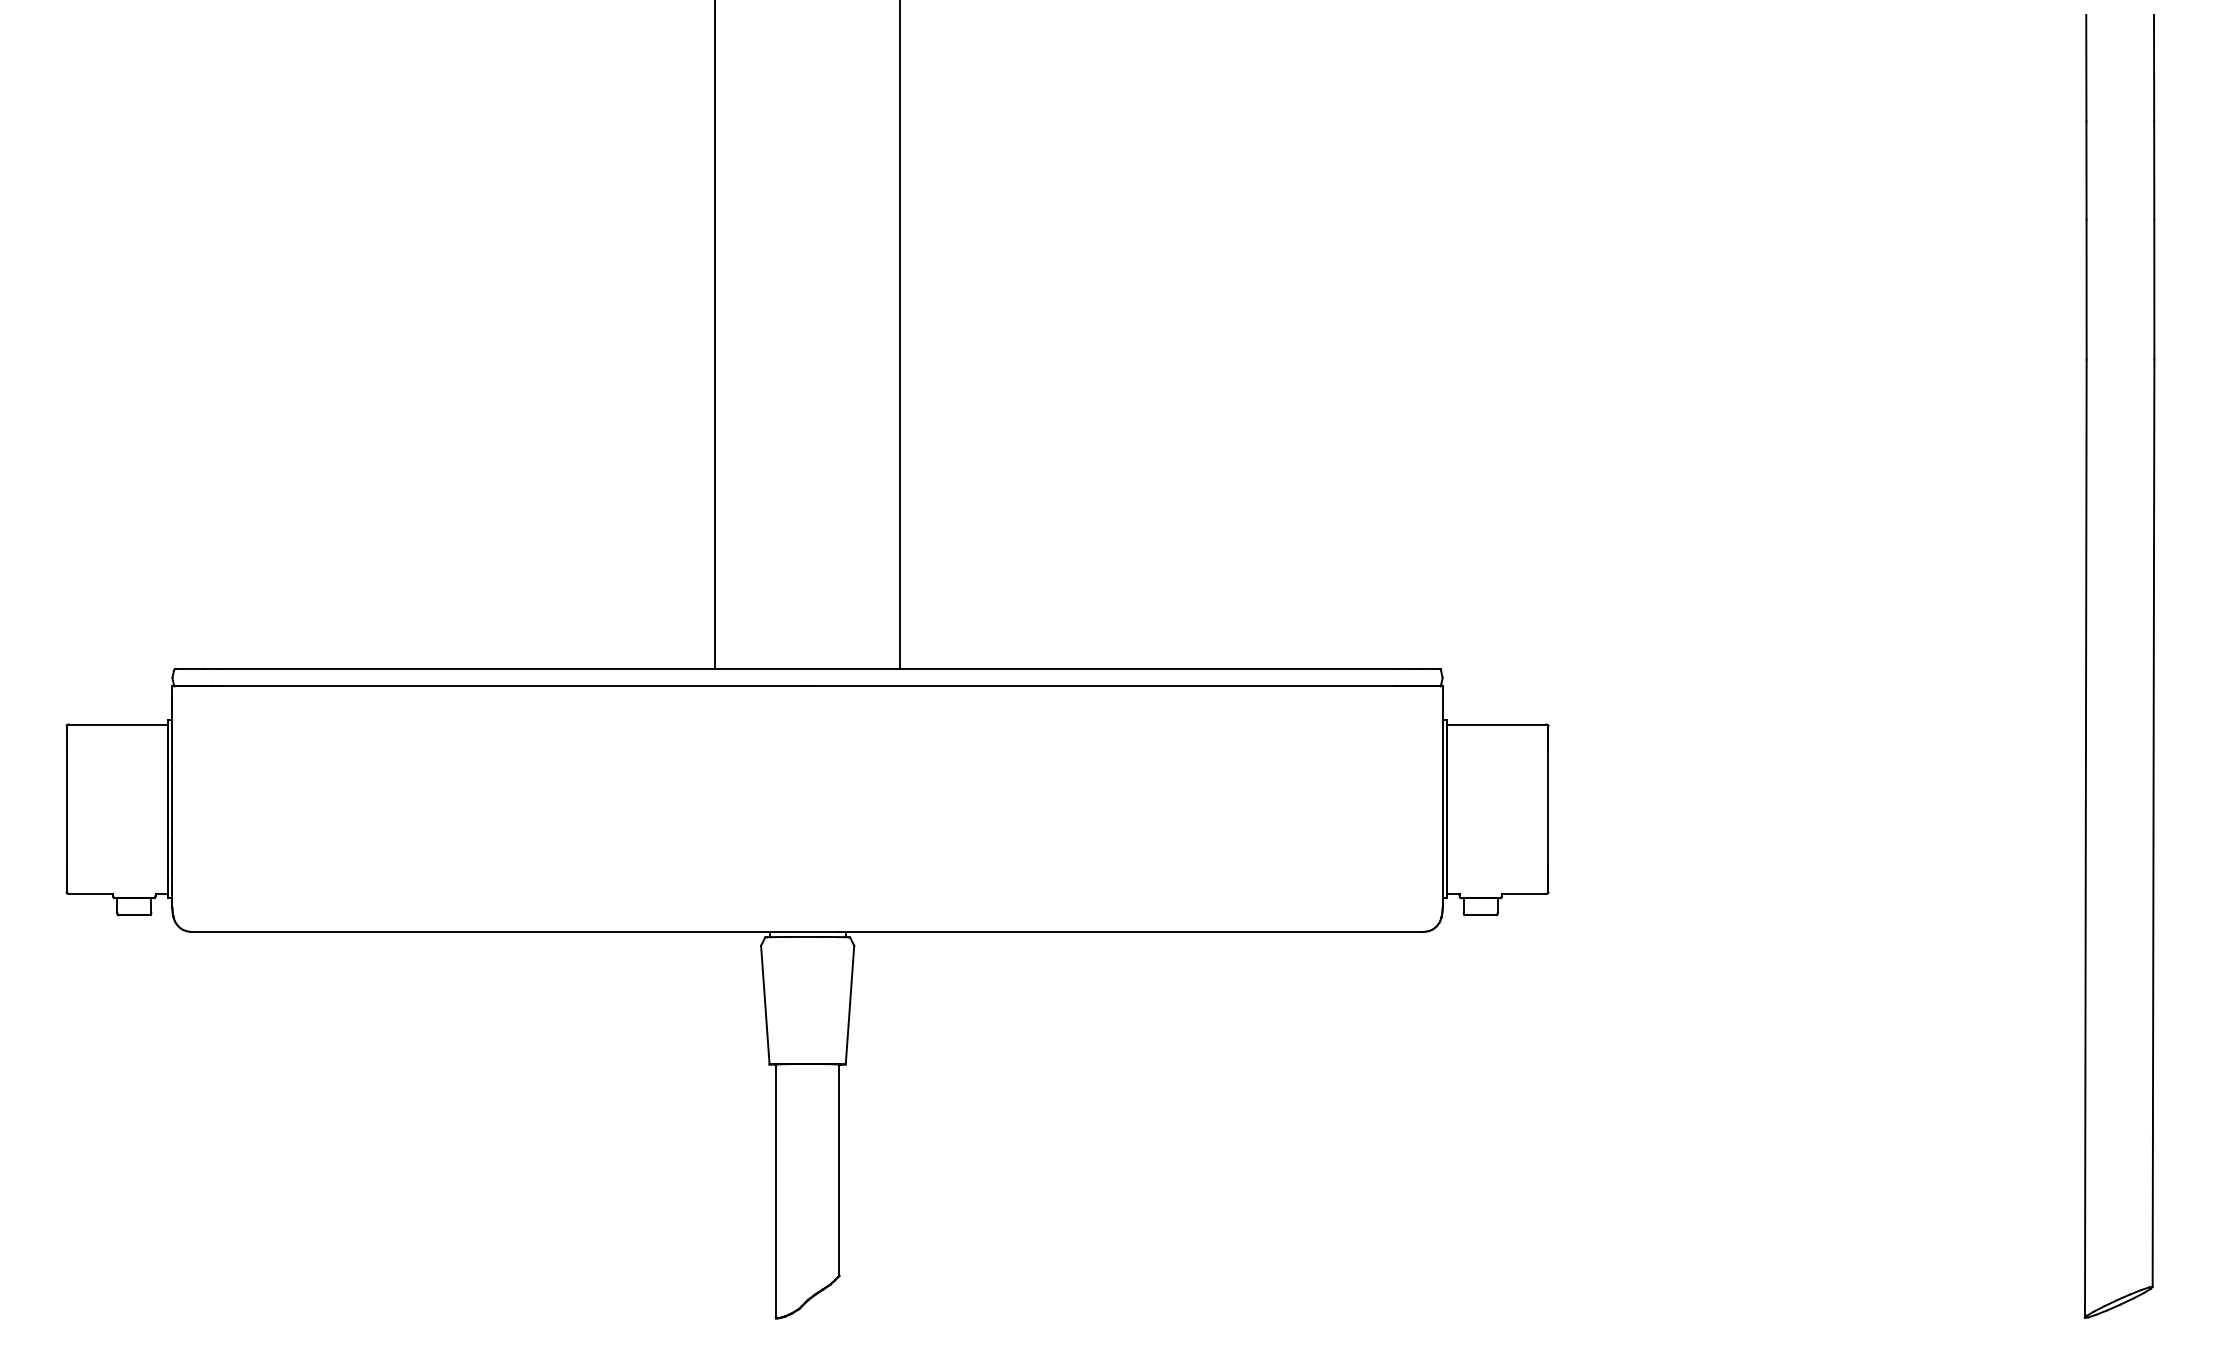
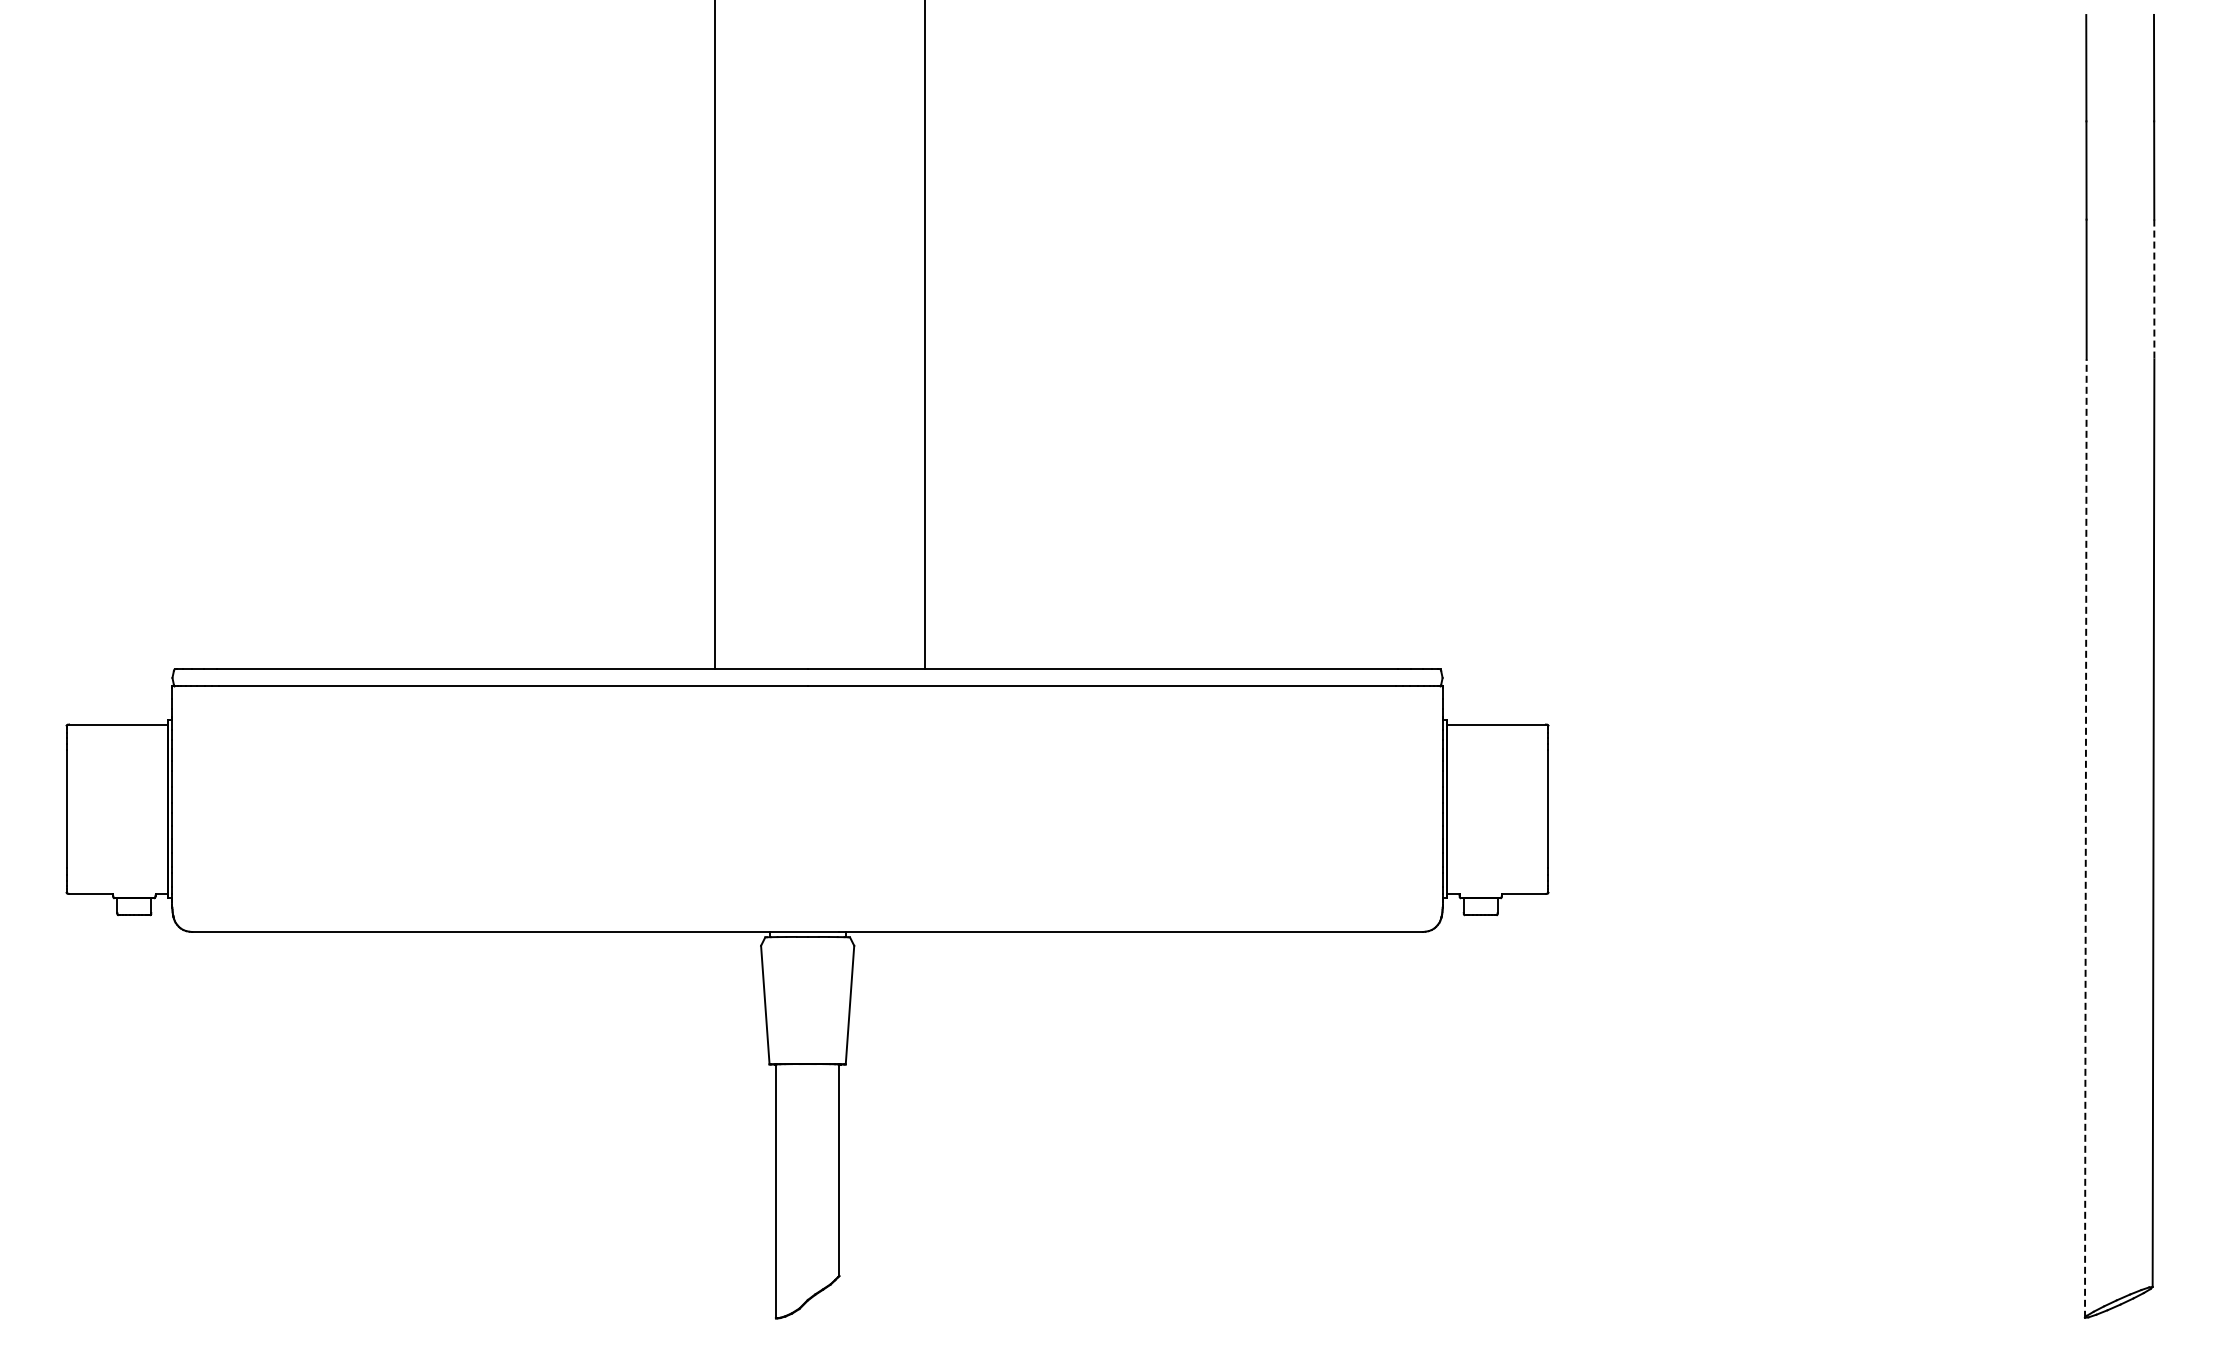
line at (2154, 289): solid -> dashed
line at (900, 335) position: (900, 335) -> (925, 335)
line at (2085, 838): solid -> dashed
